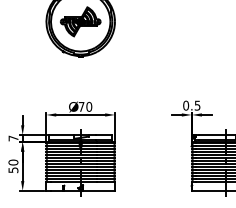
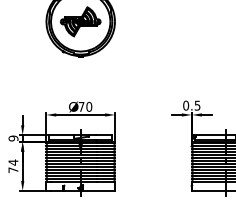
text at (13, 138): 7 -> 9
text at (13, 166): 50 -> 74
